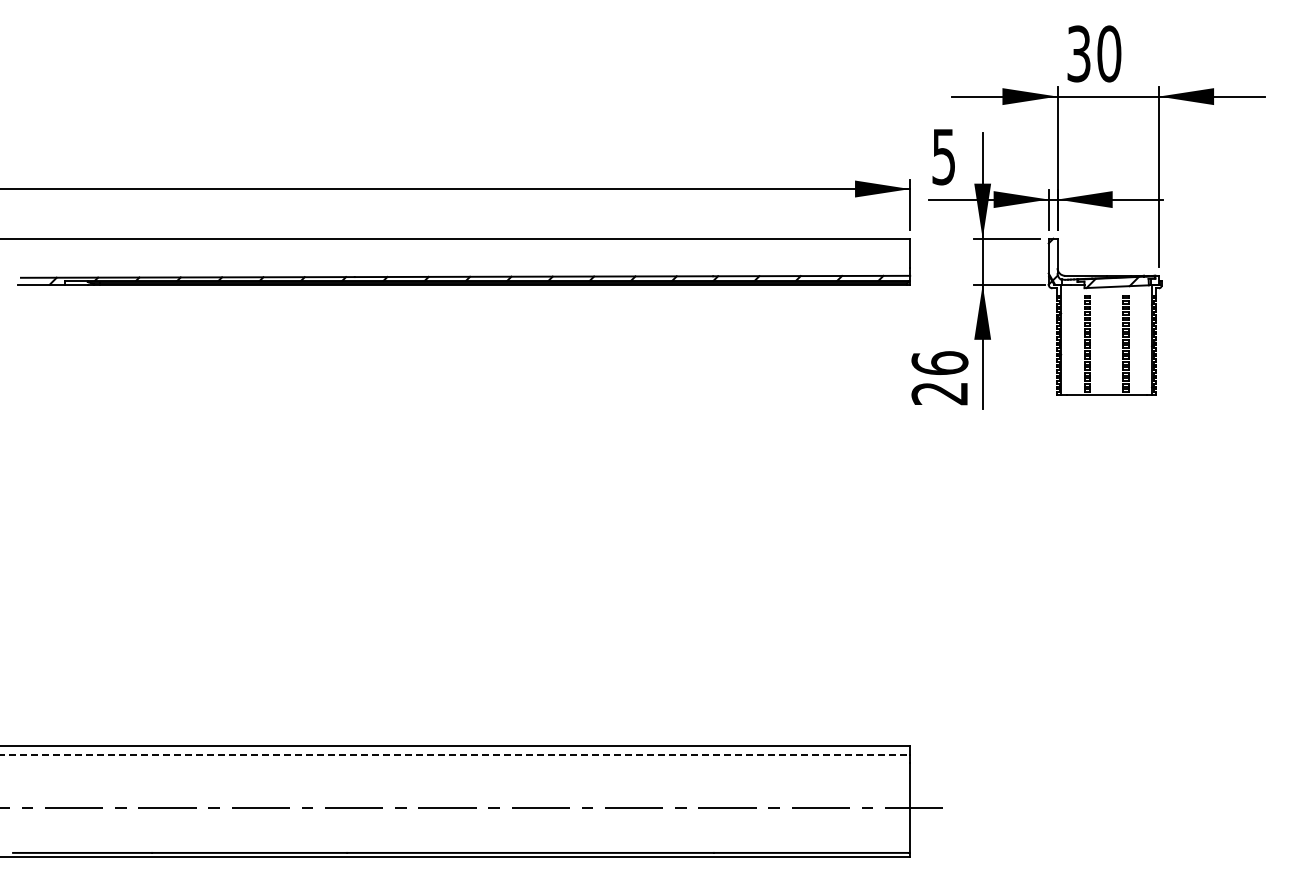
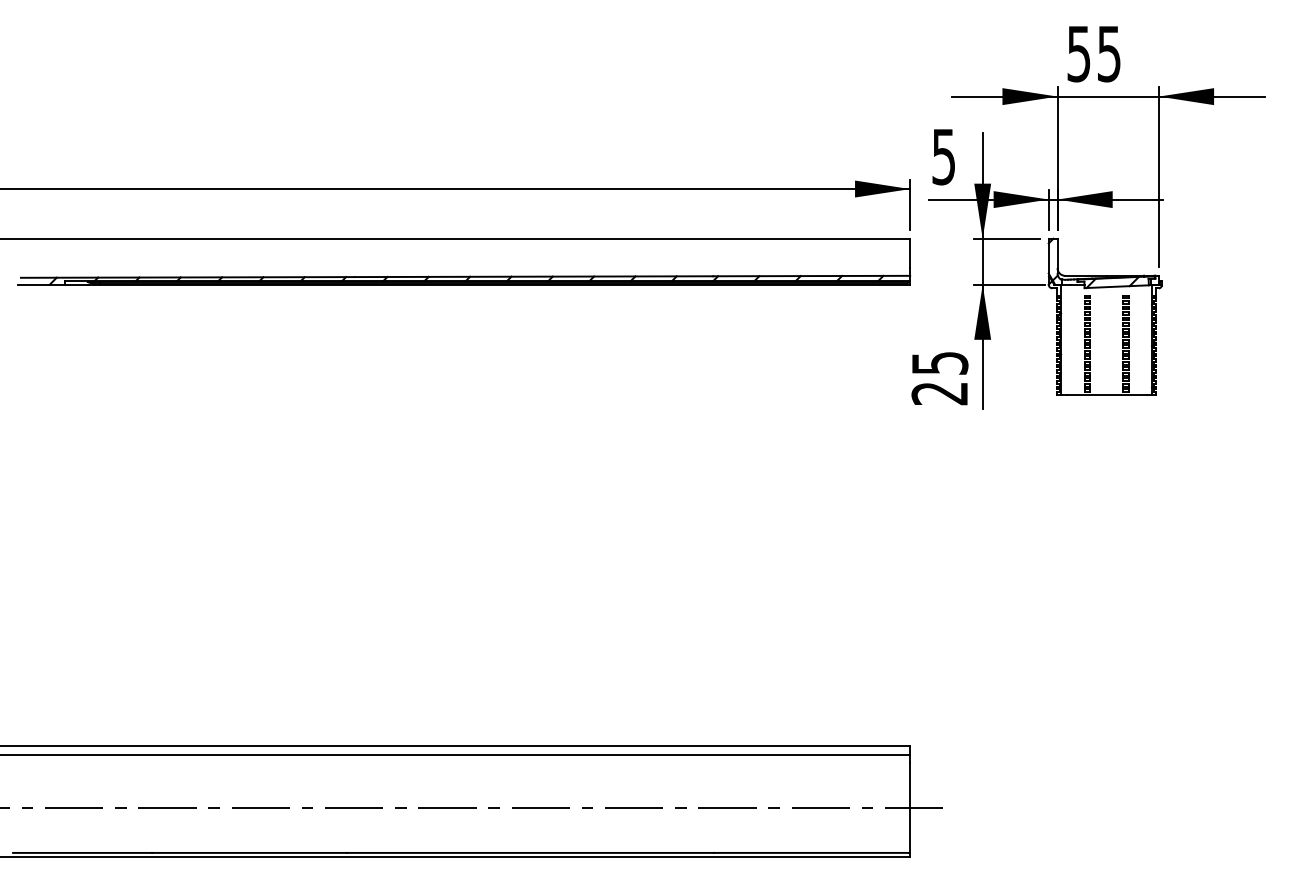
text at (1094, 53): 30 -> 55
text at (939, 362): 26 -> 25
line at (455, 755): dashed -> solid
